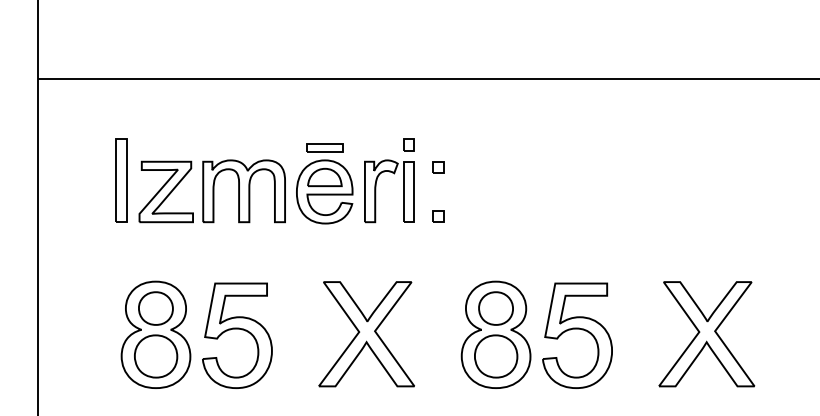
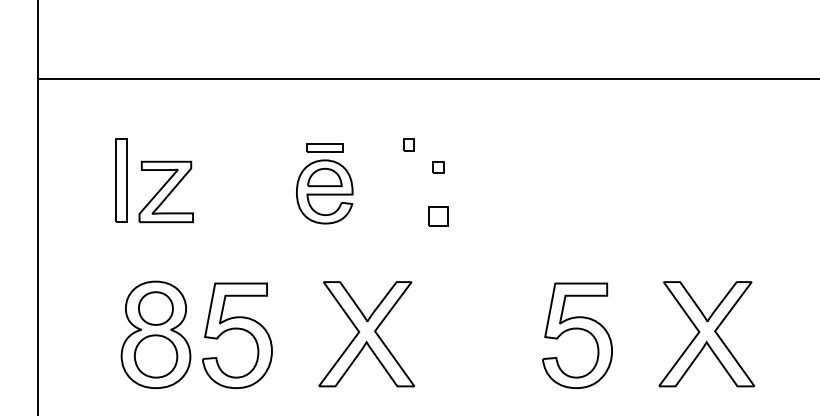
part at (243, 191): present -> none
part at (376, 191): present -> none
part at (438, 216) size: 13x13 px -> 21x21 px
part at (495, 334): present -> none
